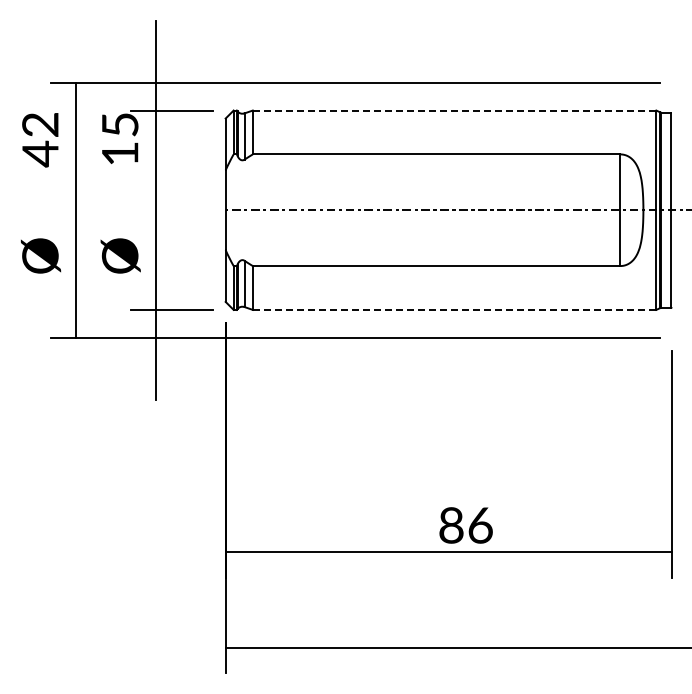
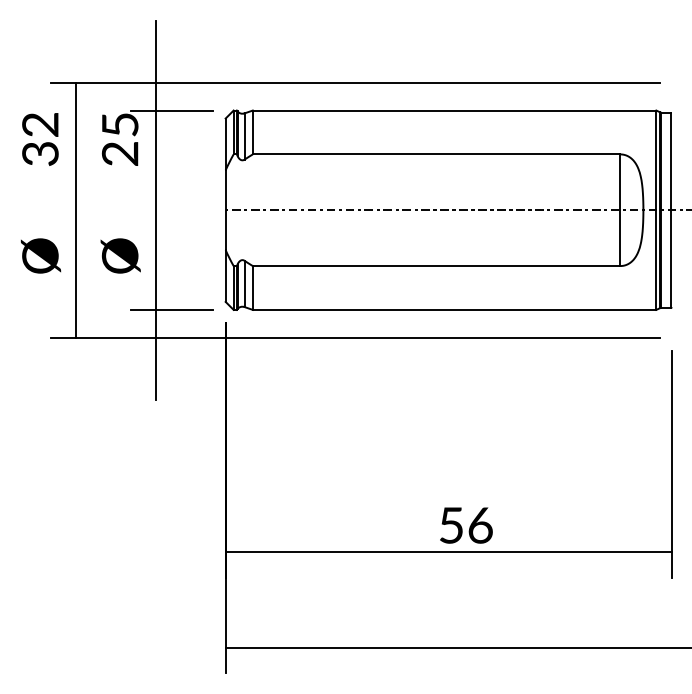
line at (454, 110): dashed -> solid
text at (40, 153): 42 -> 32
text at (119, 153): 15 -> 25
line at (454, 309): dashed -> solid
text at (451, 525): 86 -> 56
